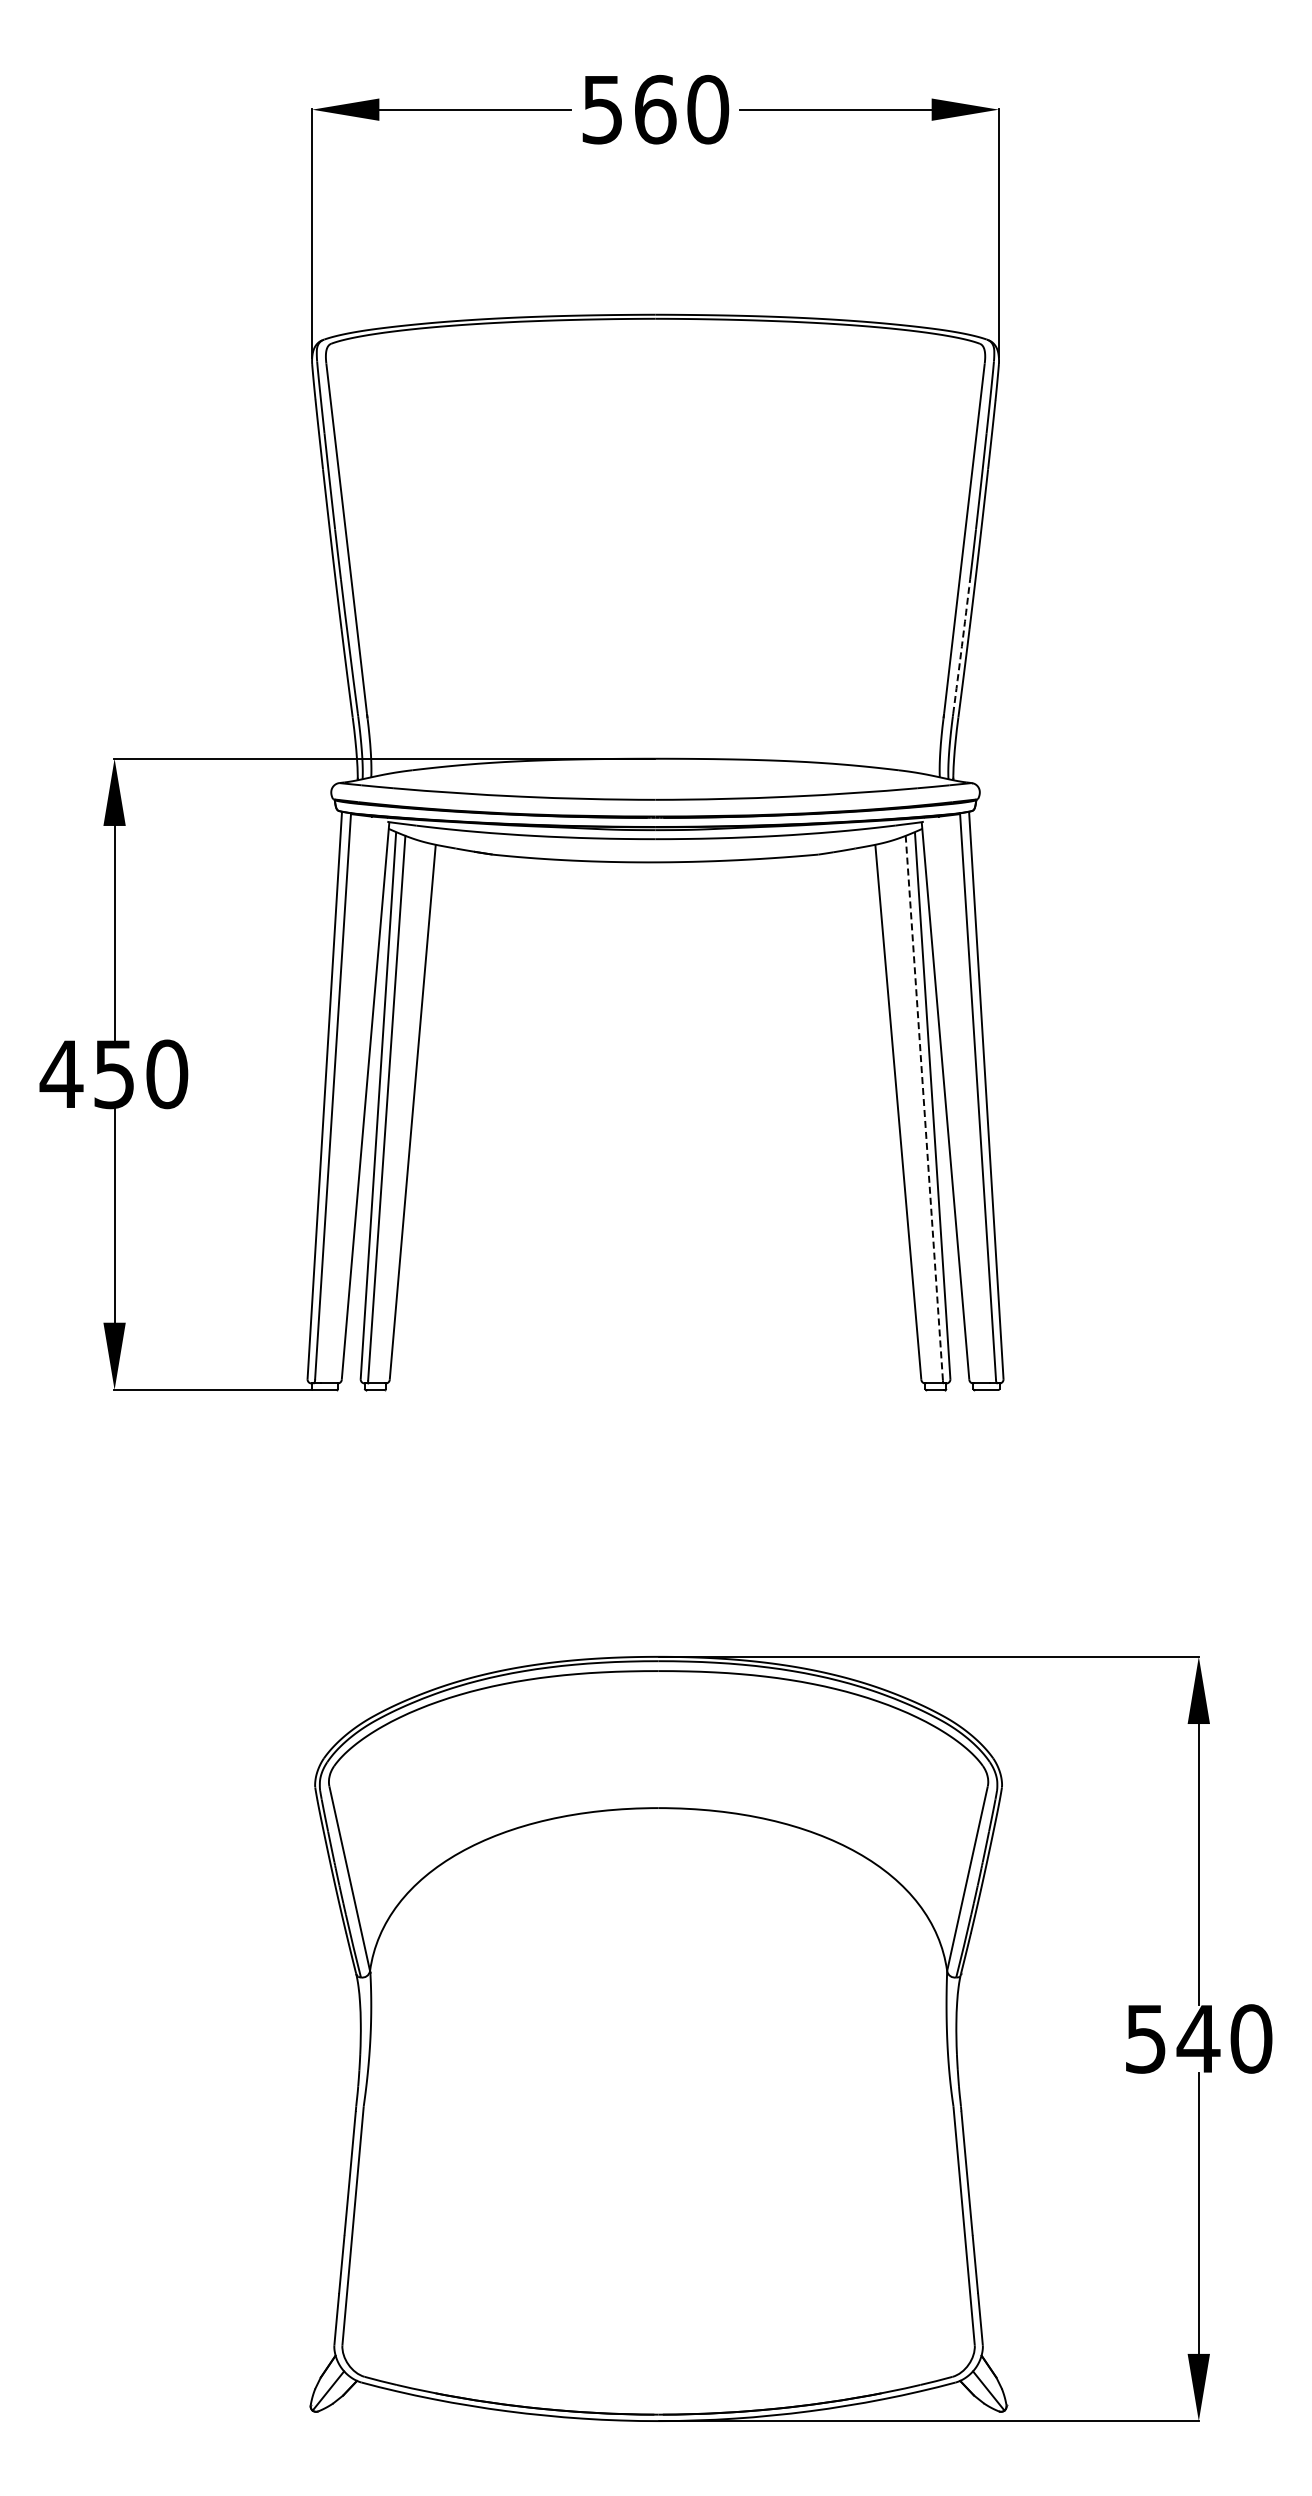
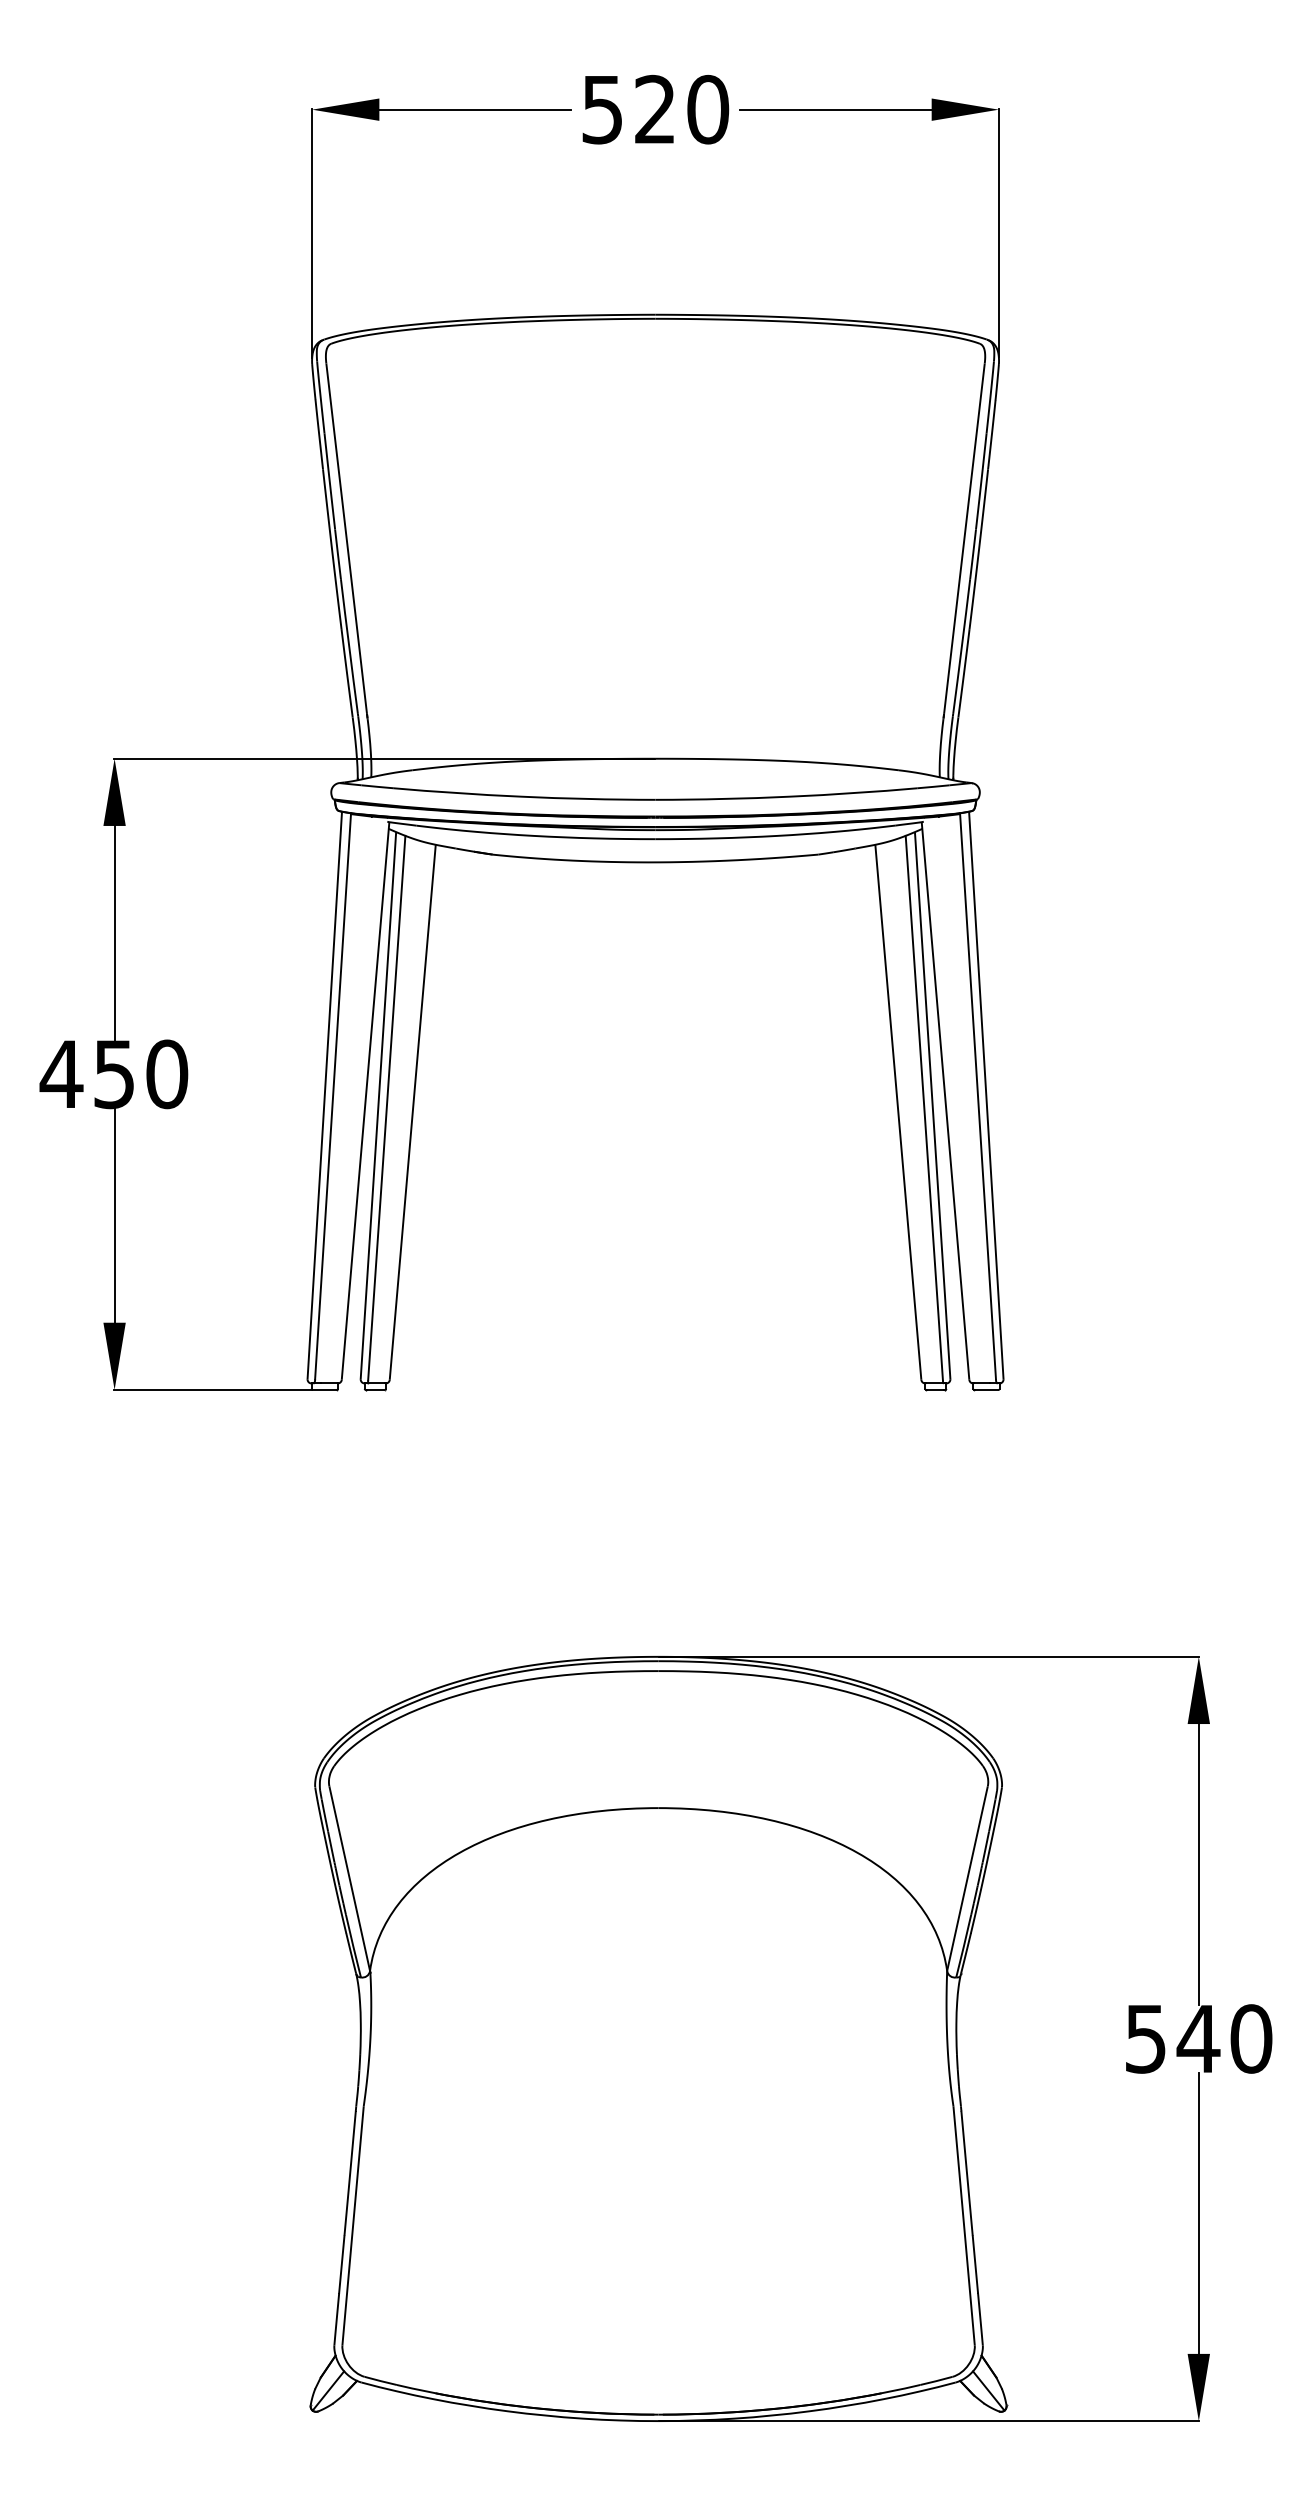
text at (655, 109): 560 -> 520
arc at (961, 646): dashed -> solid
line at (924, 1108): dashed -> solid
